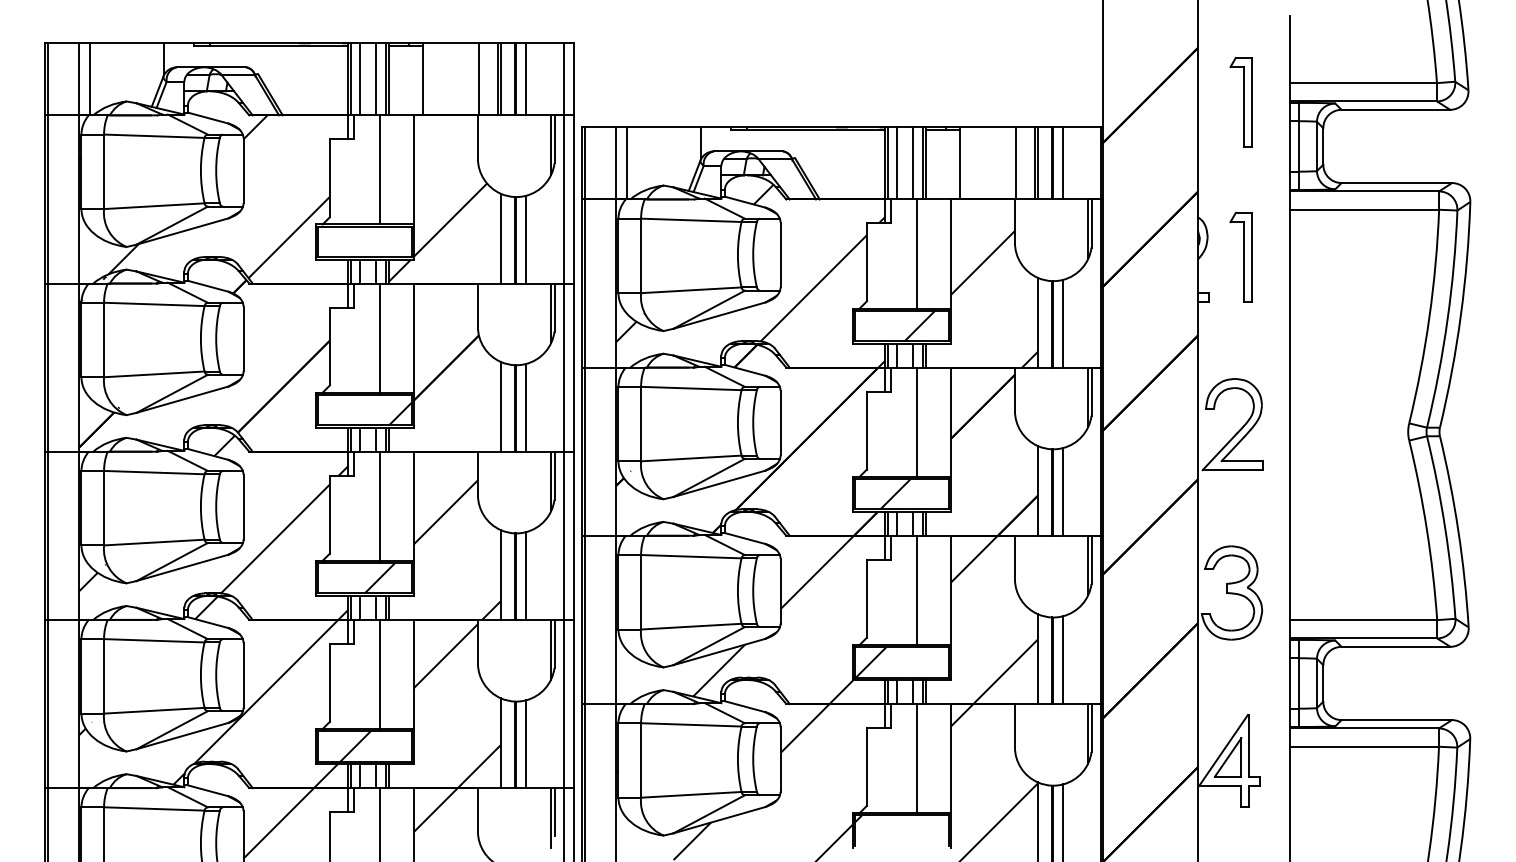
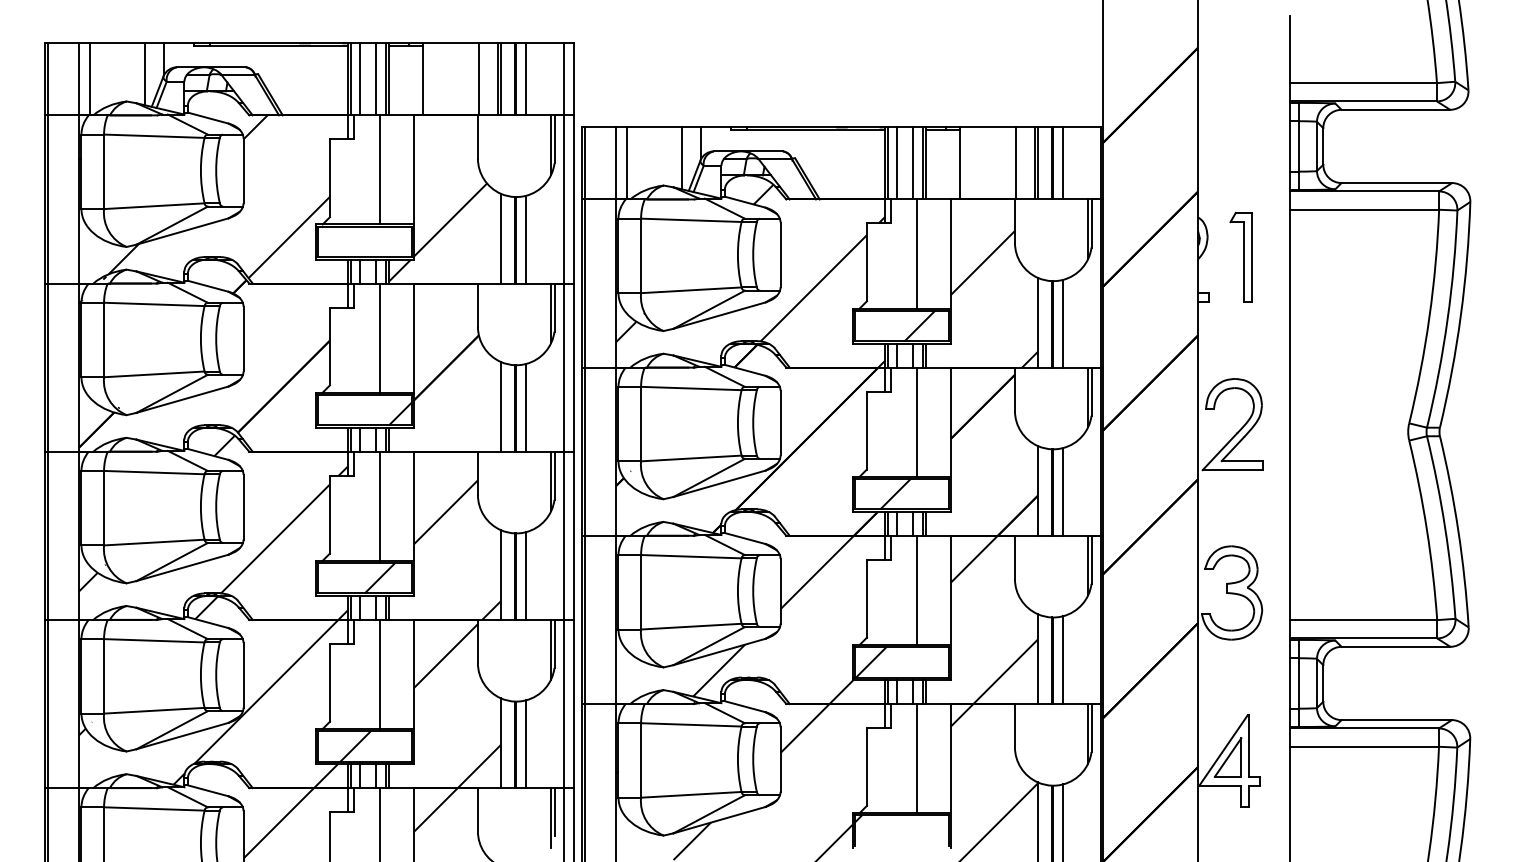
line at (145, 74): none -> present
part at (1240, 102): present -> none
line at (682, 158): none -> present
